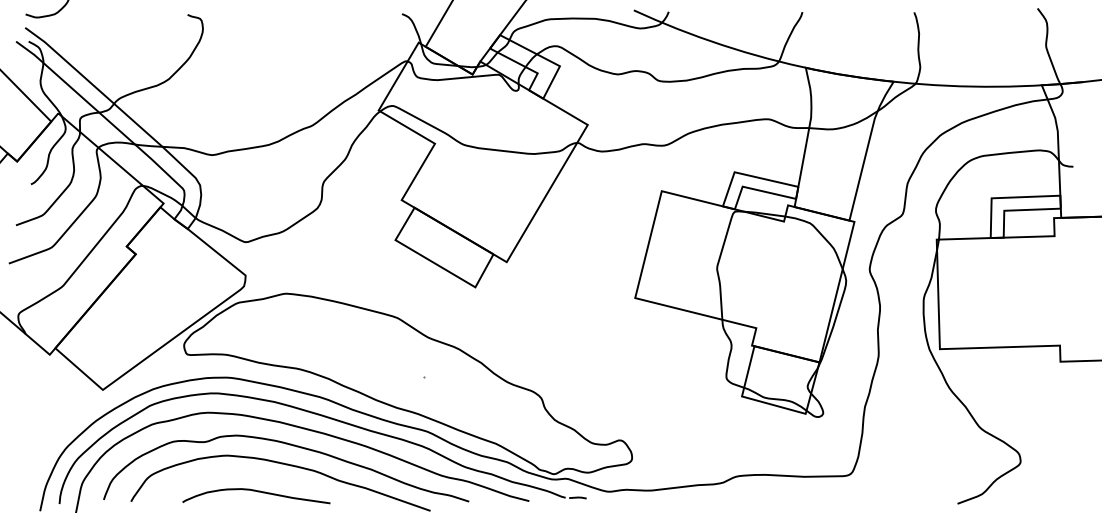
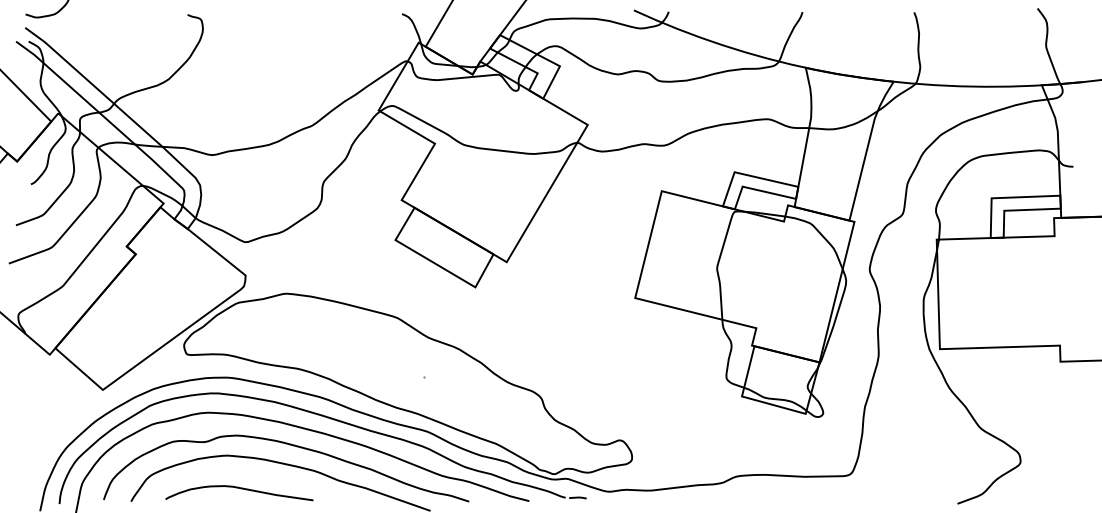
curve at (257, 492) position: (257, 492) -> (240, 489)
